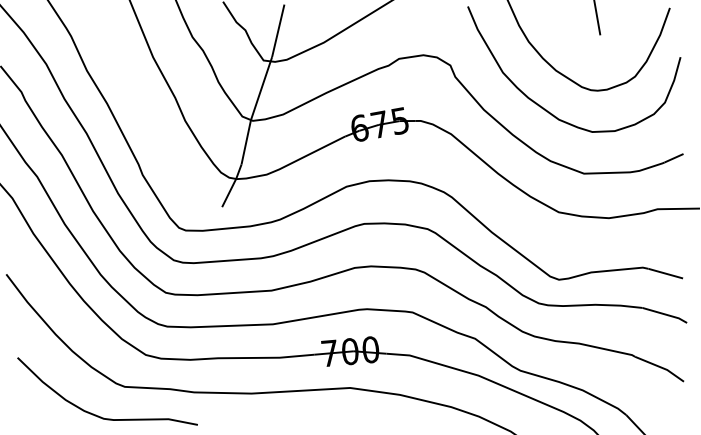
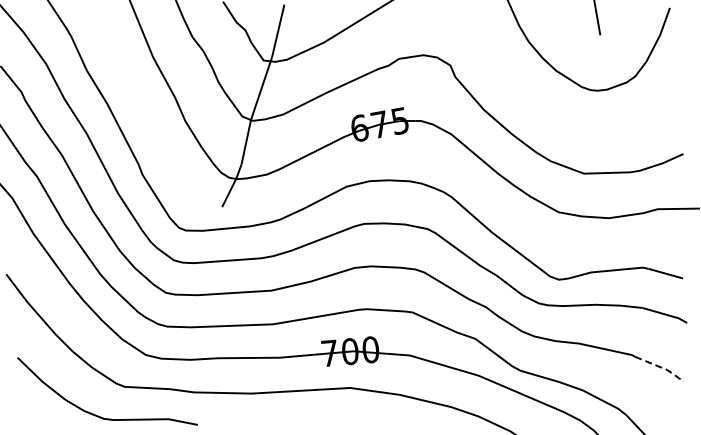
curve at (545, 108): present -> none
line at (661, 367): solid -> dashed
